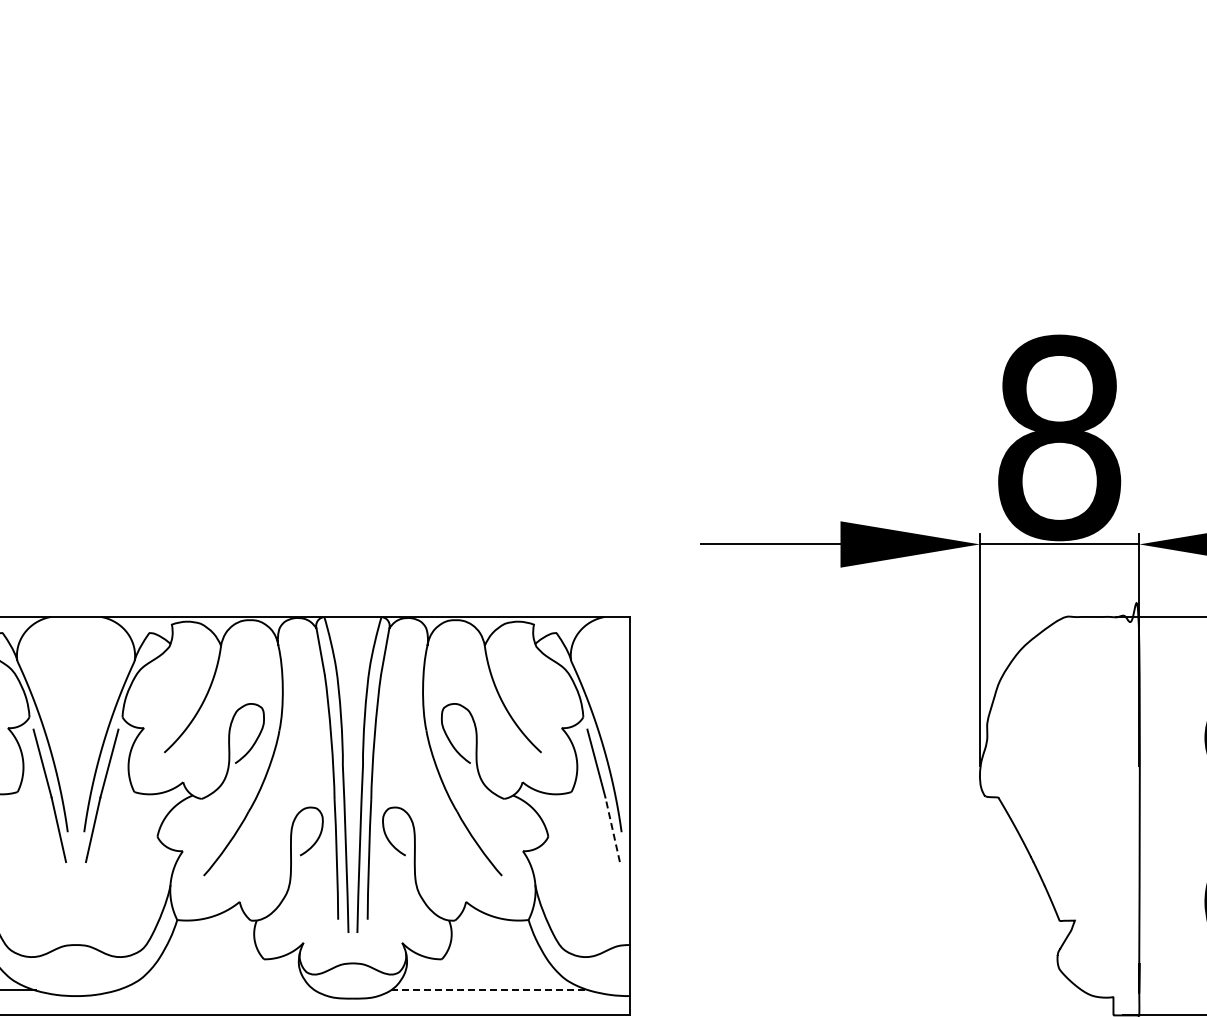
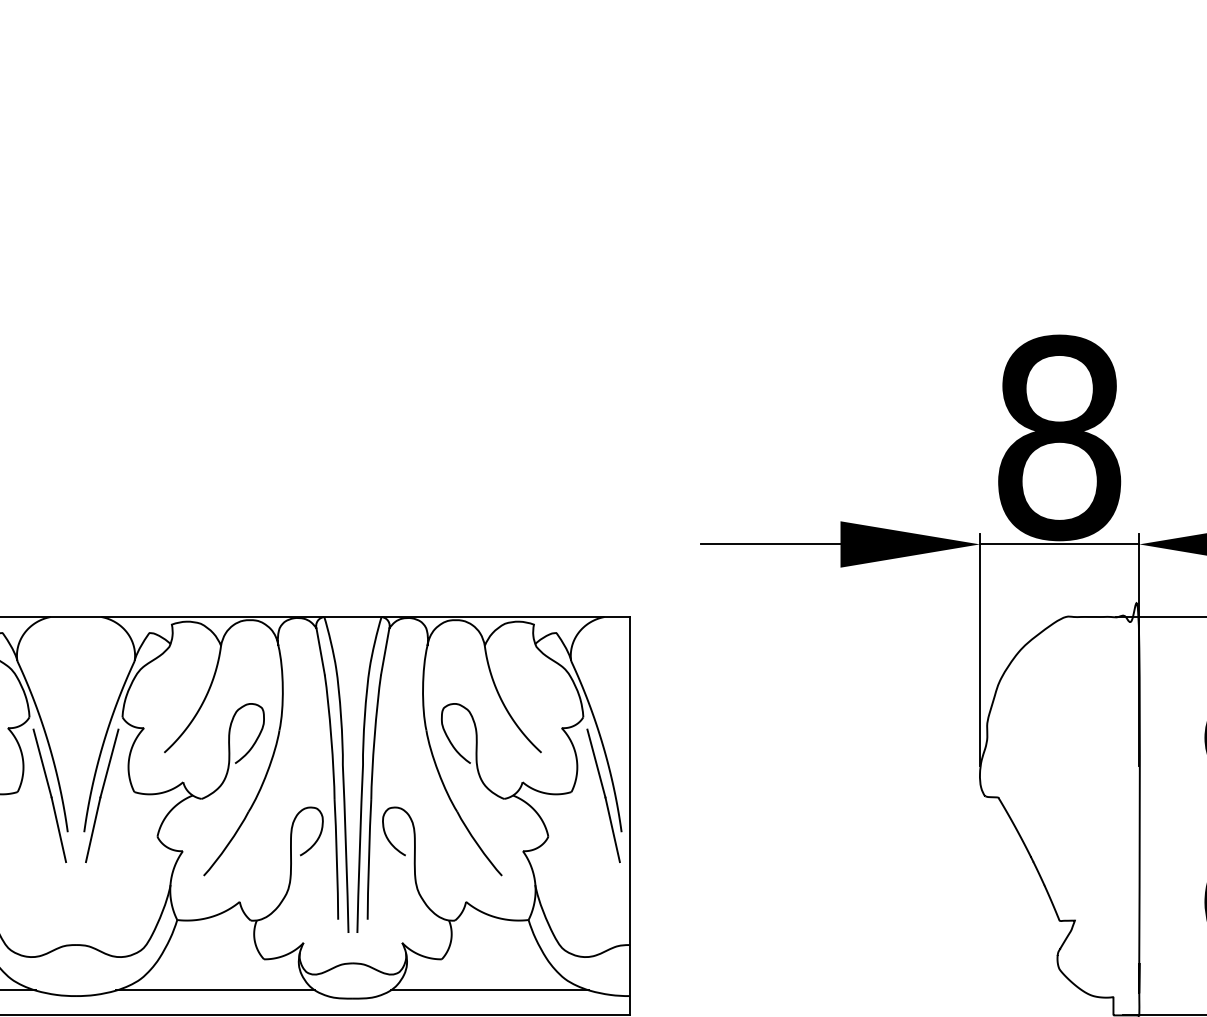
line at (612, 829): dashed -> solid
line at (215, 990): none -> present
line at (490, 990): dashed -> solid
